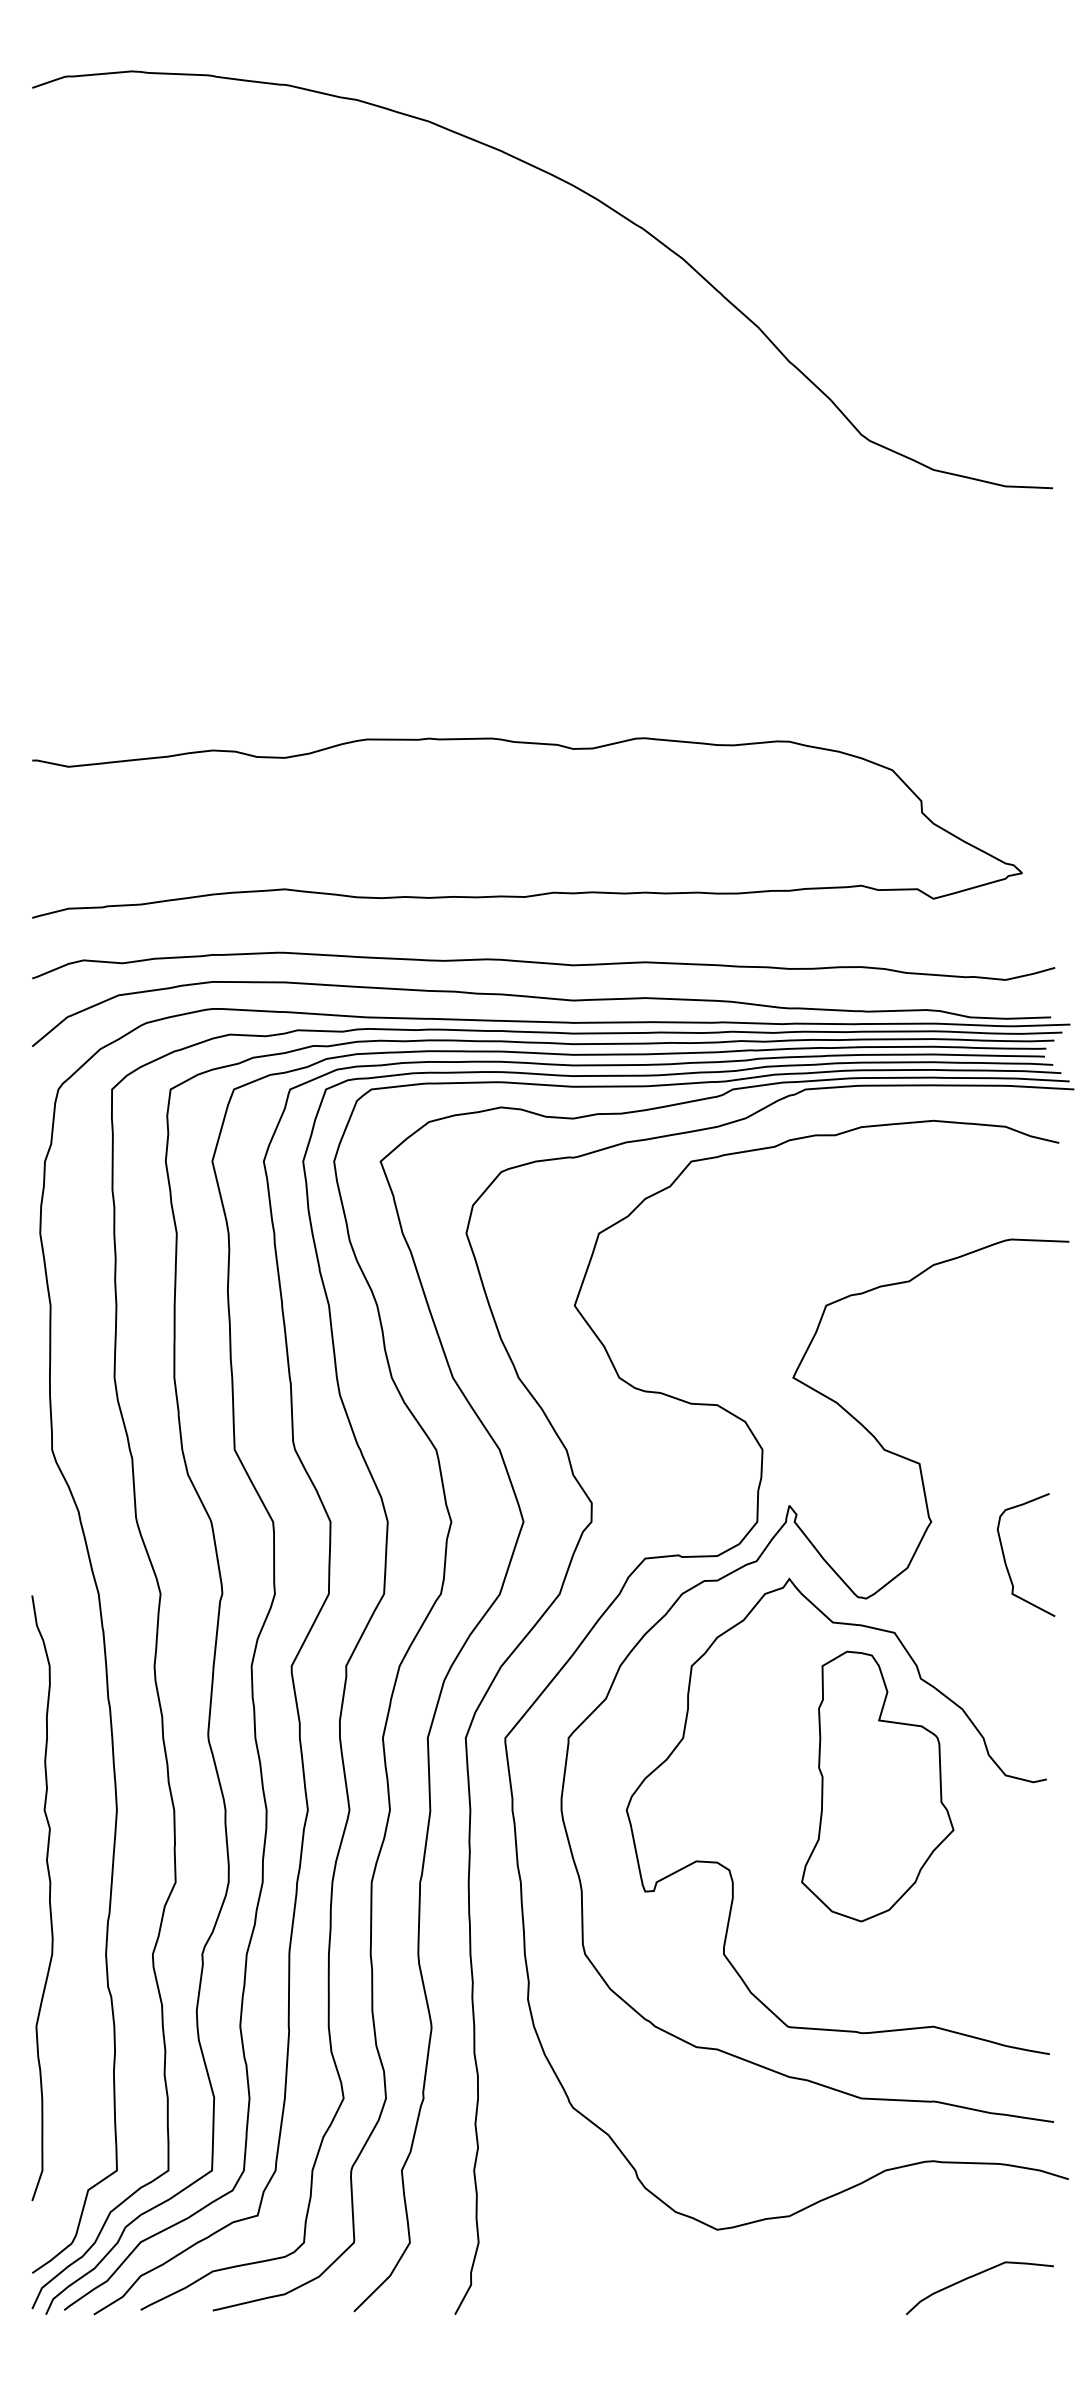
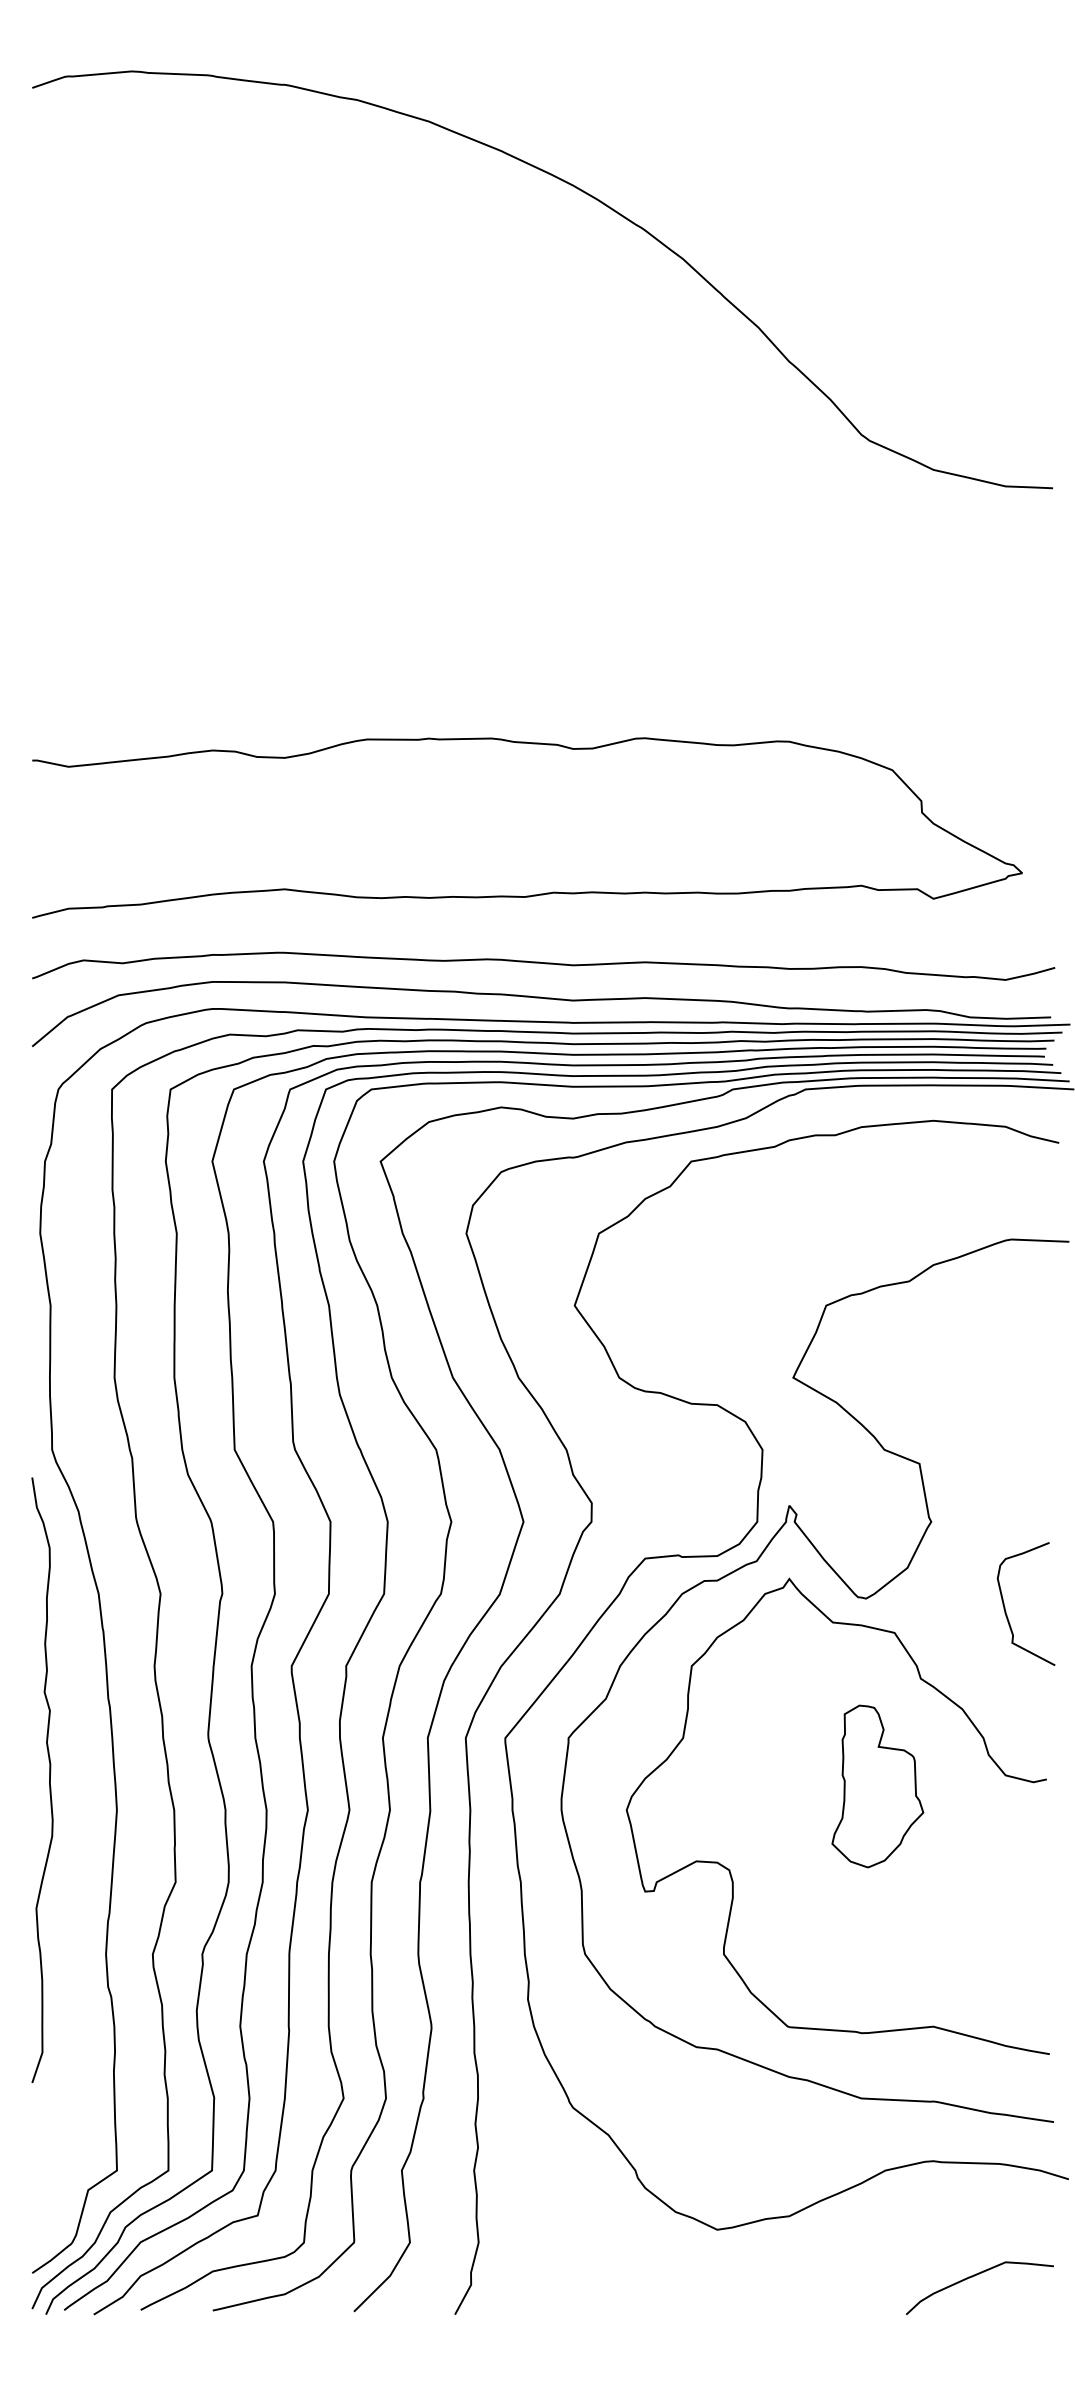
curve at (1005, 1558) position: (1005, 1558) -> (1005, 1607)
part at (877, 1786) size: 154x273 px -> 94x165 px
curve at (49, 1898) position: (49, 1898) -> (49, 1780)
